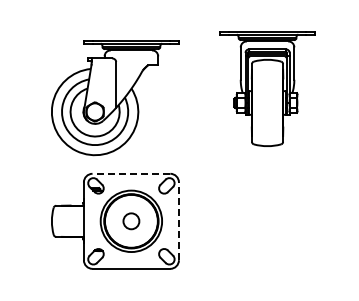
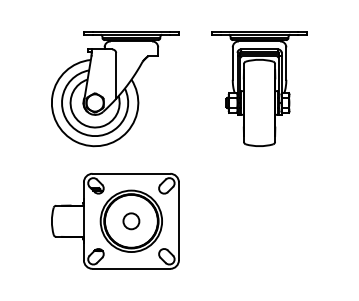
part at (267, 88) position: (267, 88) -> (259, 88)
part at (115, 98) position: (115, 98) -> (115, 89)
line at (131, 173): dashed -> solid
line at (178, 221): dashed -> solid
